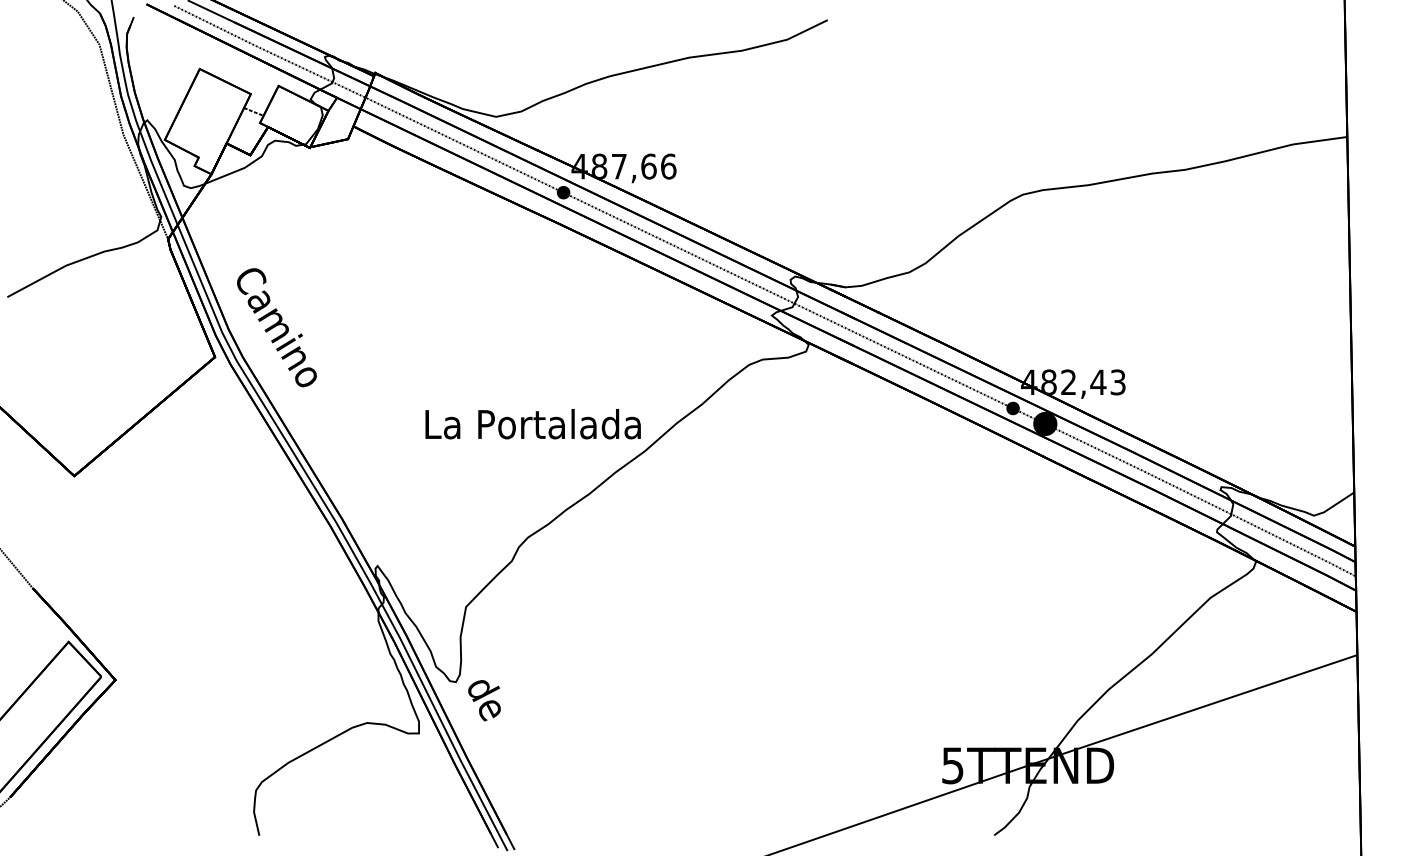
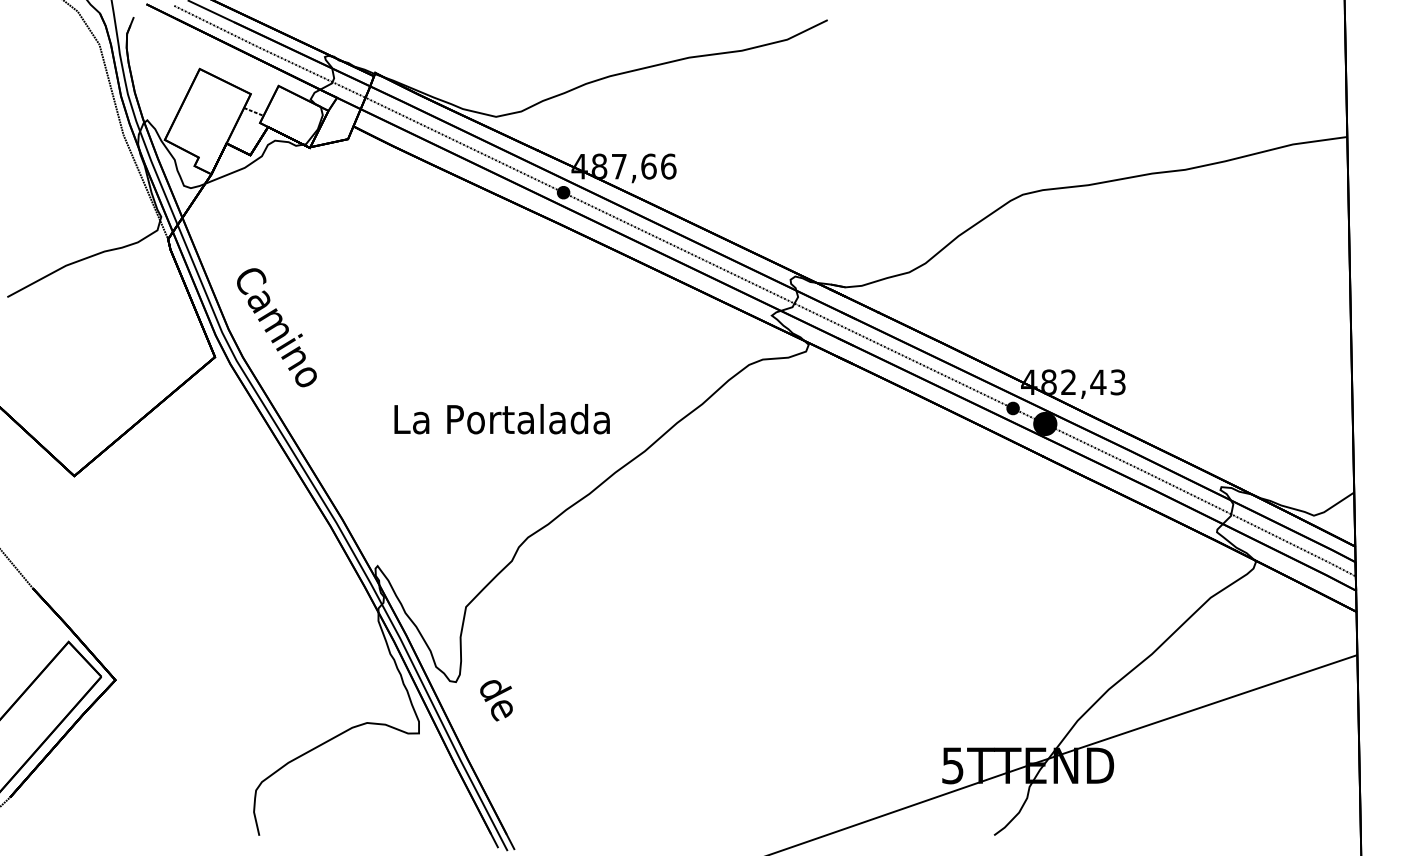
text at (532, 424) position: (532, 424) -> (501, 419)
text at (484, 700) position: (484, 700) -> (496, 700)
